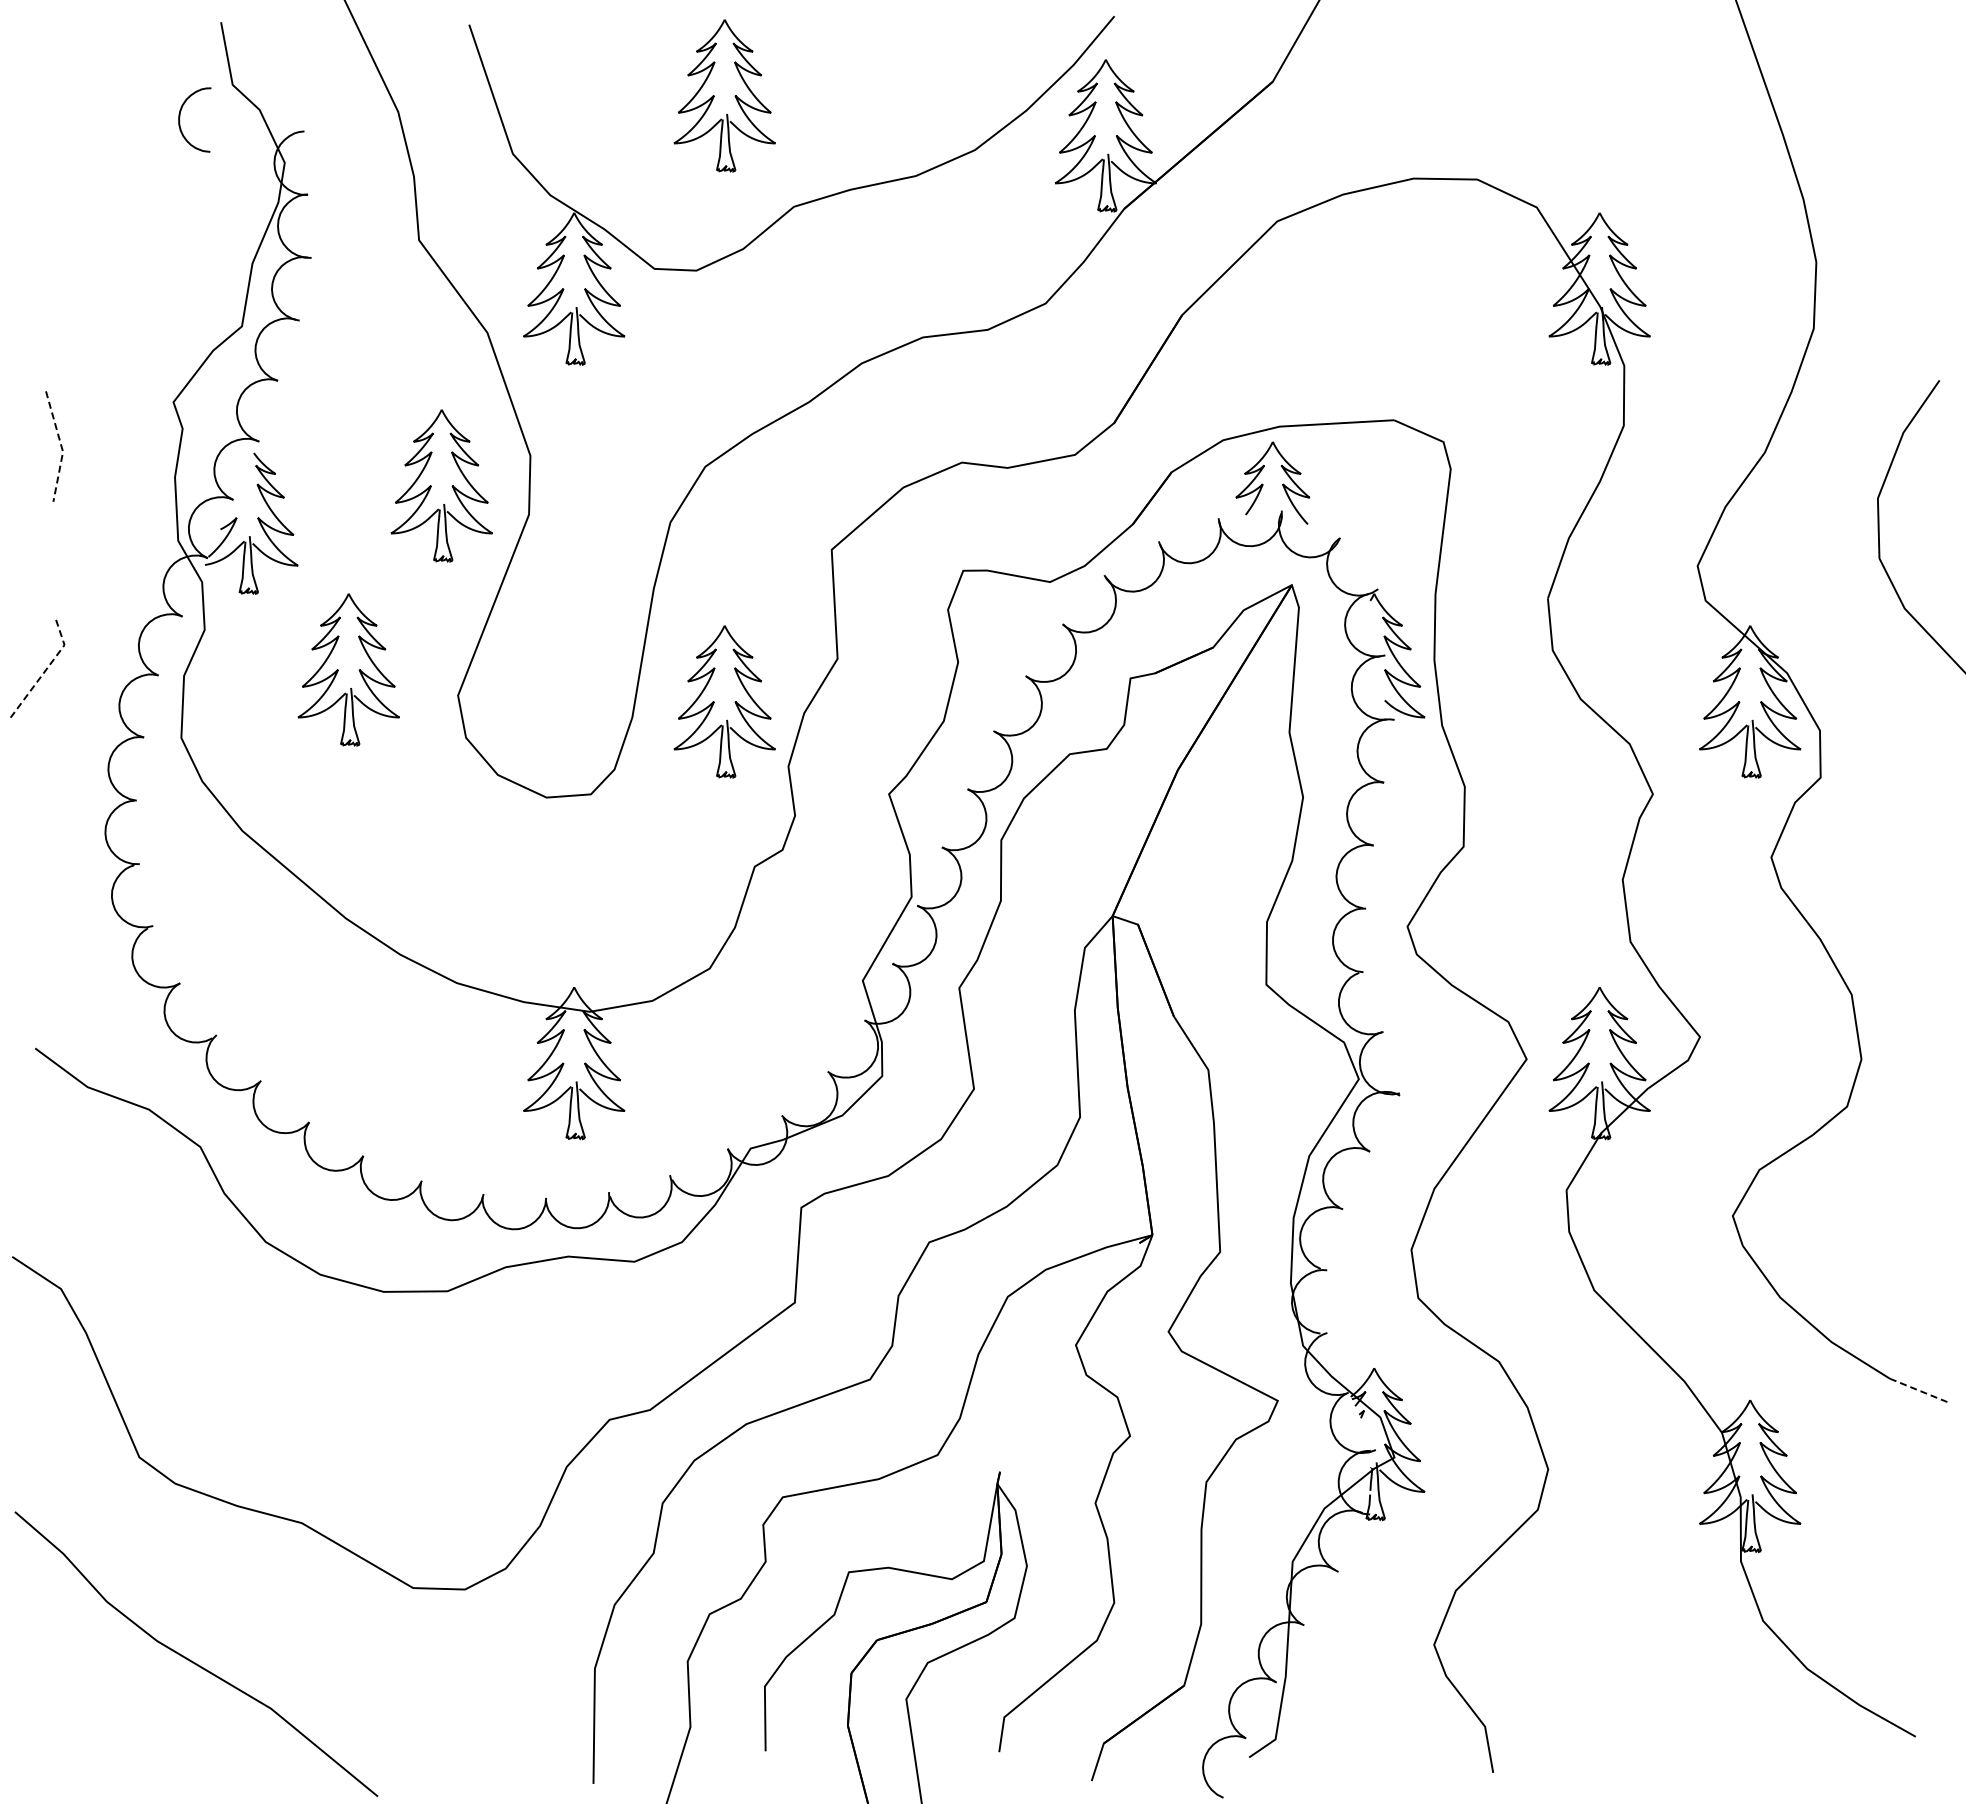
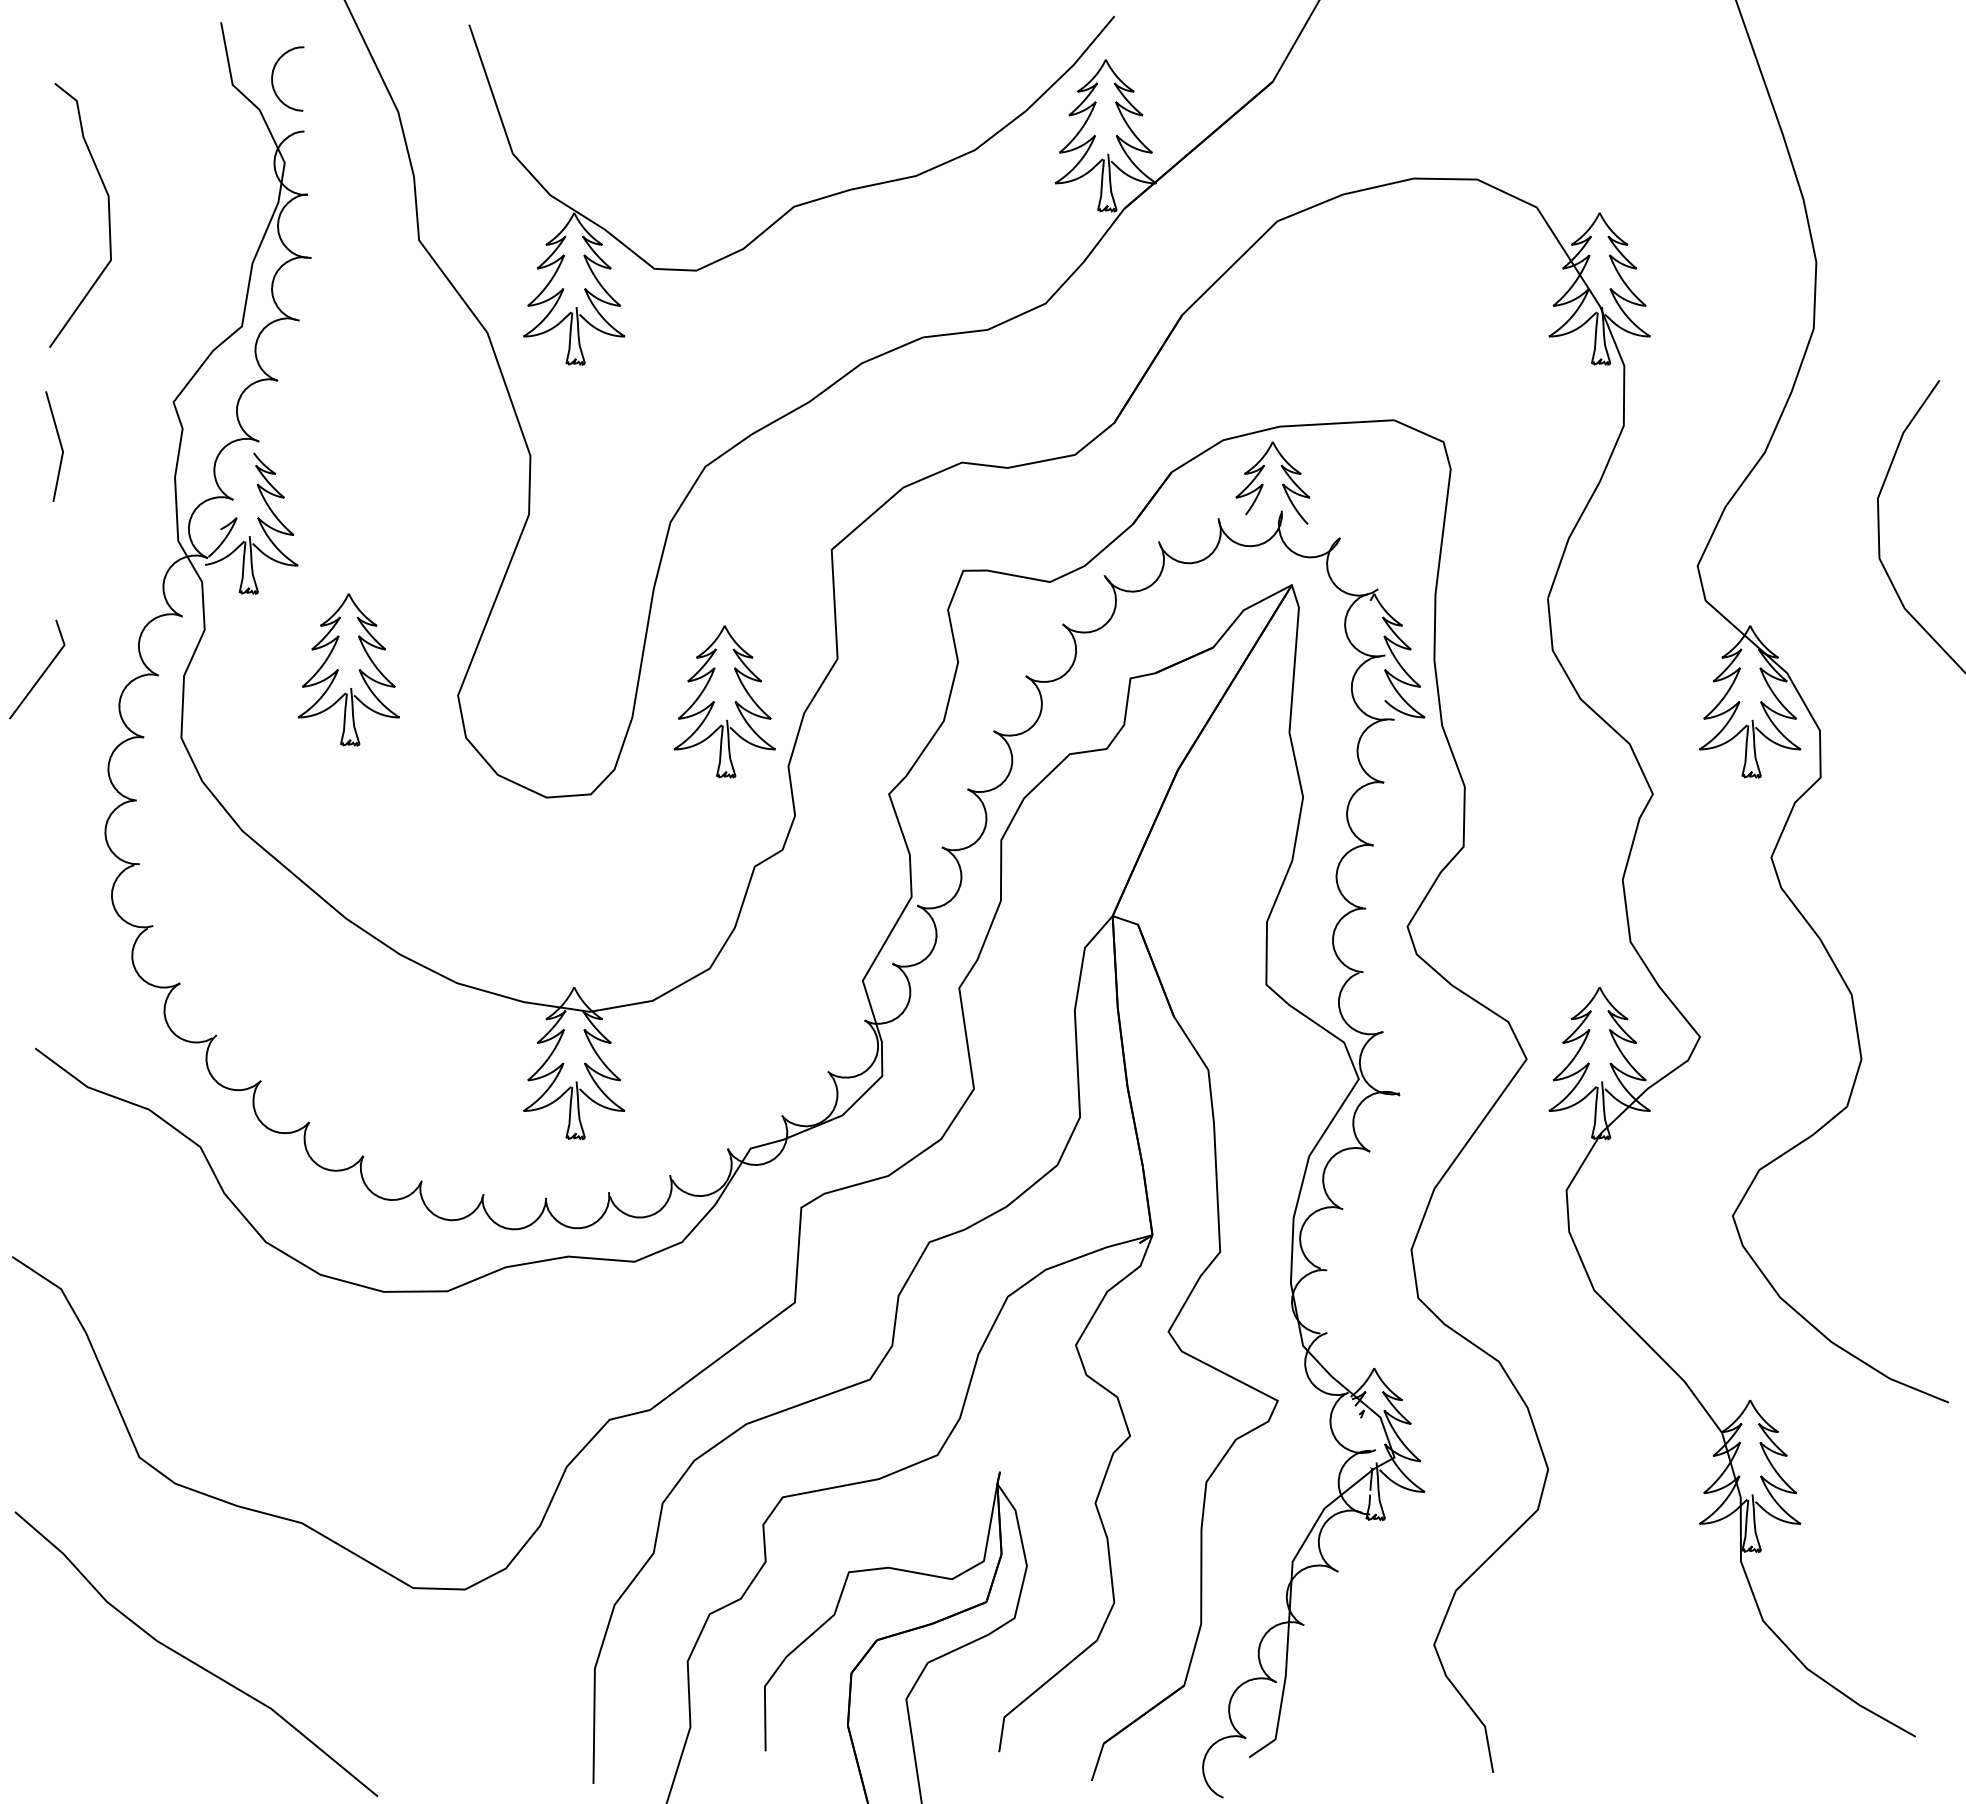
part at (724, 95): present -> none
curve at (180, 117) position: (180, 117) -> (273, 76)
curve at (108, 215): none -> present
line at (61, 447): dashed -> solid
part at (441, 485): present -> none
line at (45, 671): dashed -> solid
line at (1919, 1390): dashed -> solid
